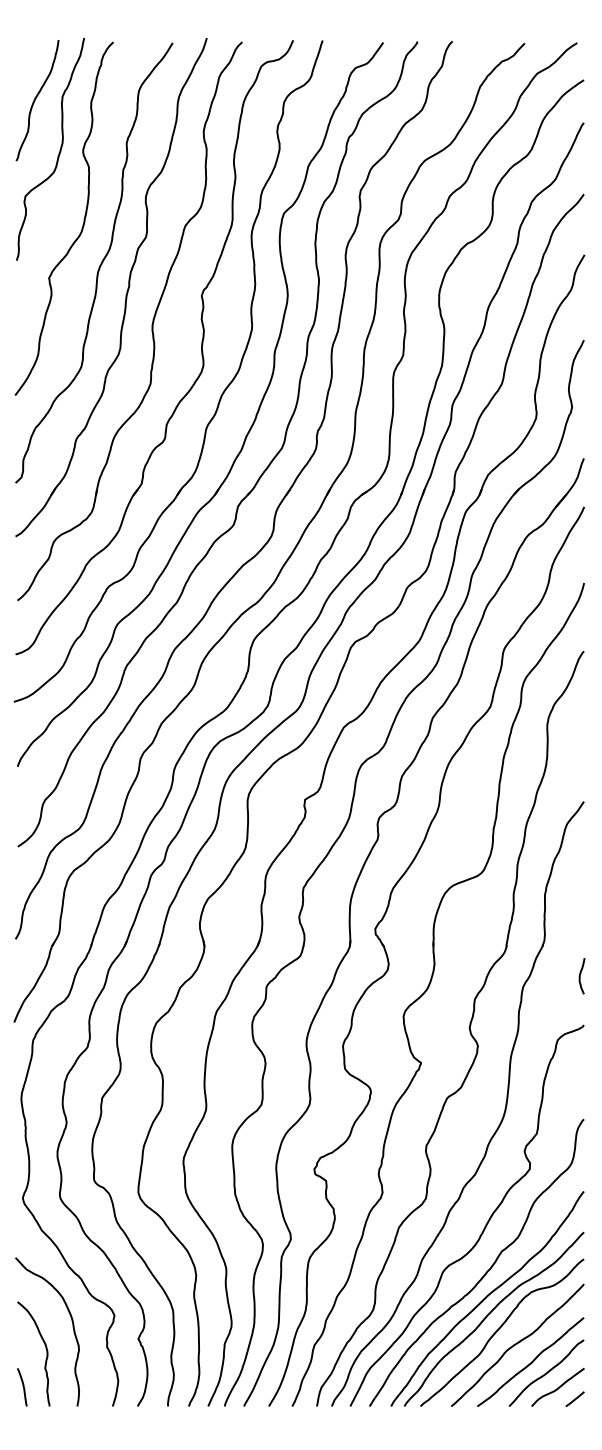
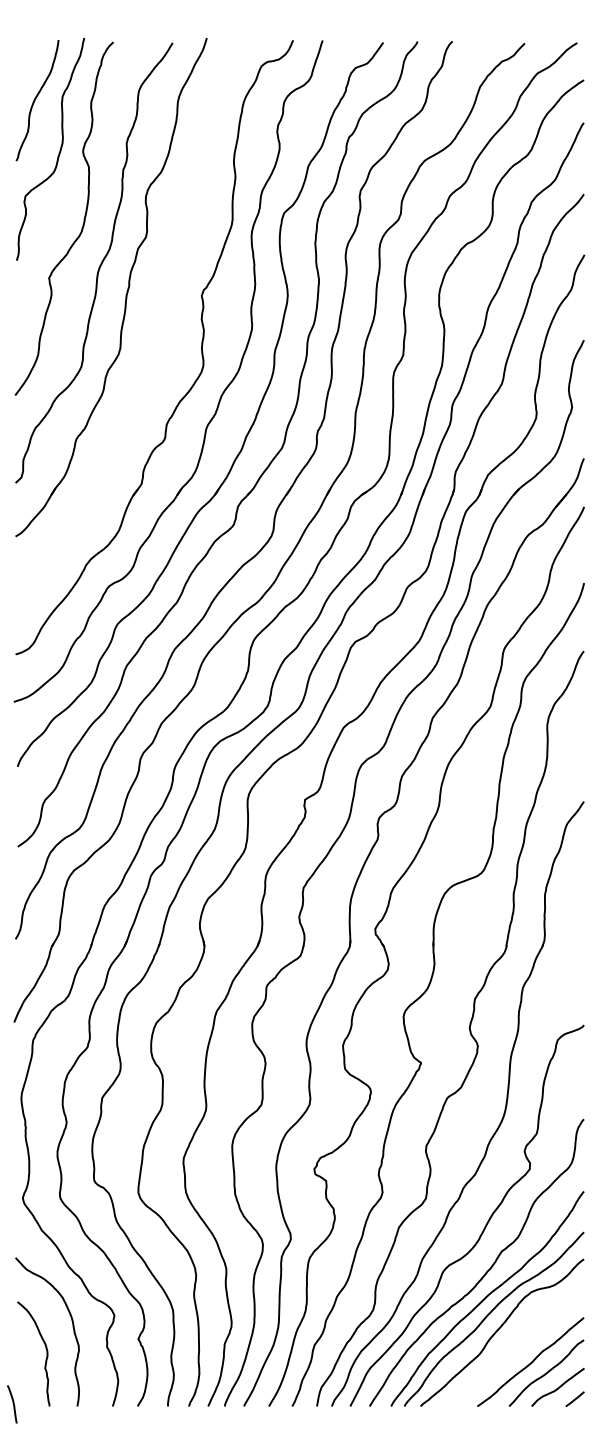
part at (151, 324): present -> none
curve at (580, 976): present -> none
curve at (517, 1344): present -> none
curve at (22, 1386) position: (22, 1386) -> (12, 1403)
